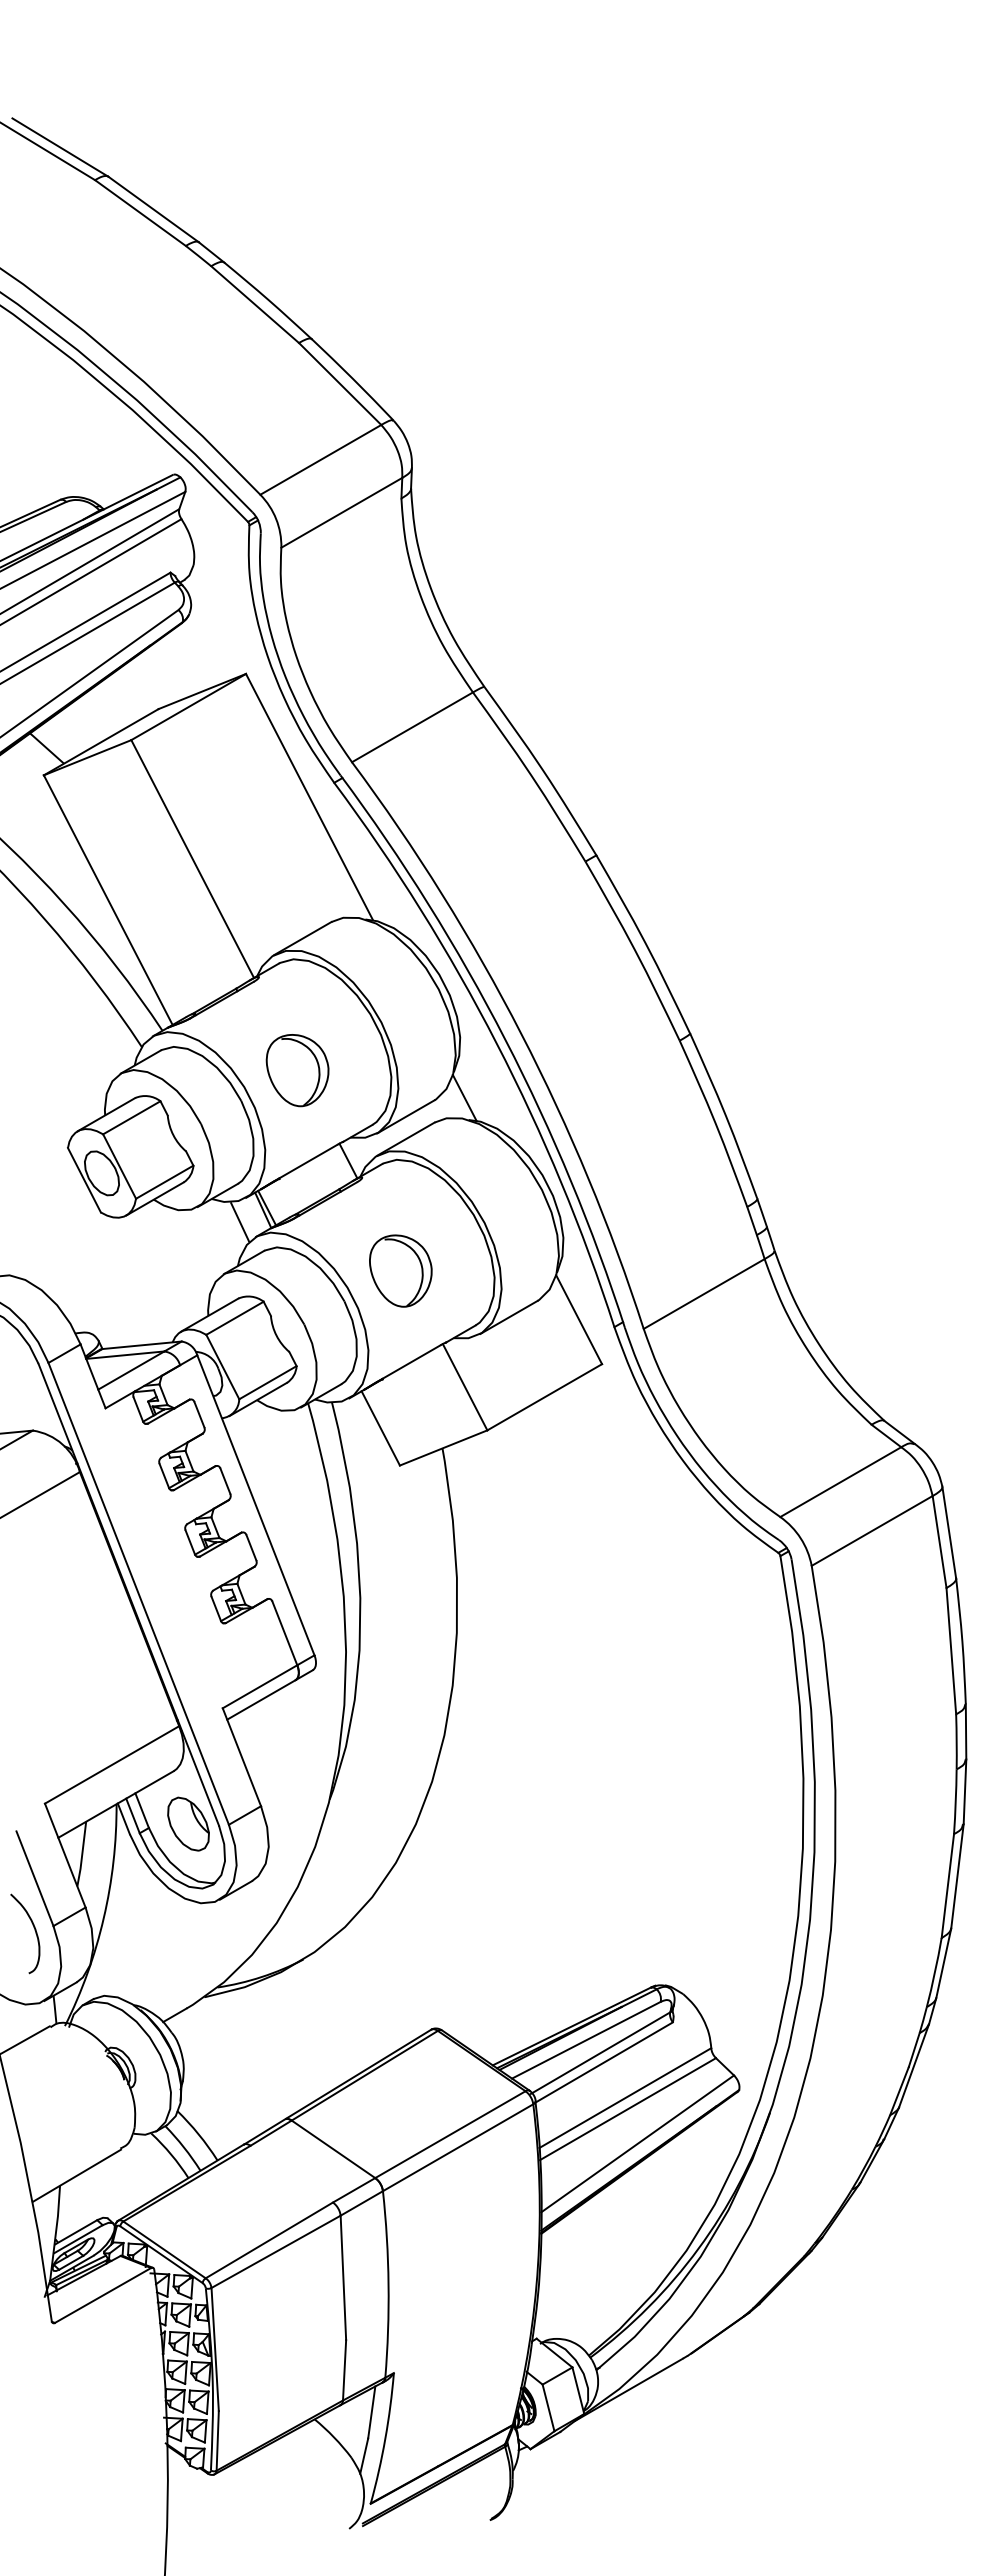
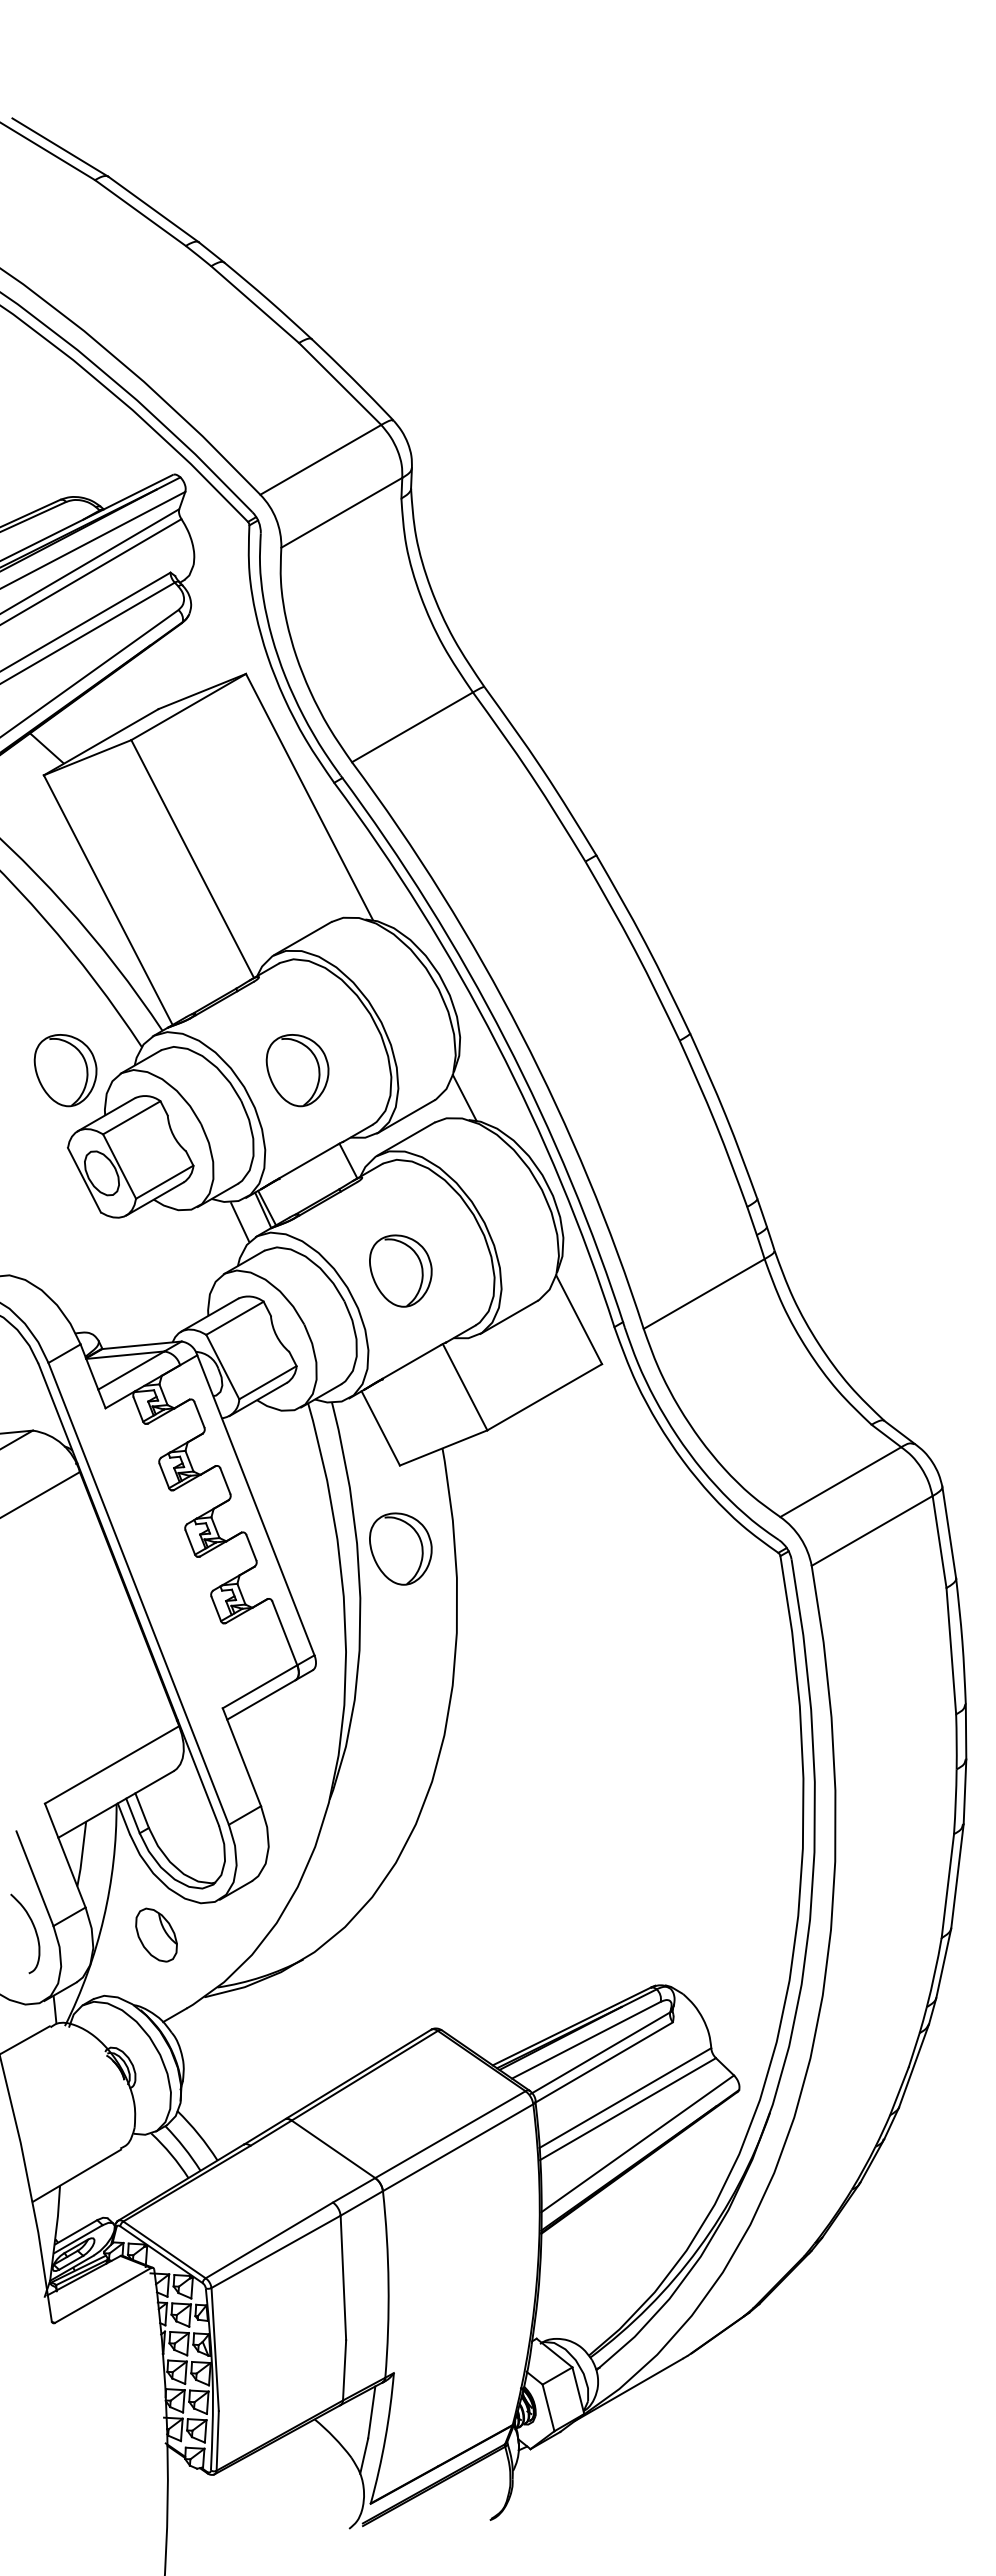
part at (65, 1070): none -> present
part at (400, 1548): none -> present
part at (188, 1823) position: (188, 1823) -> (156, 1934)
